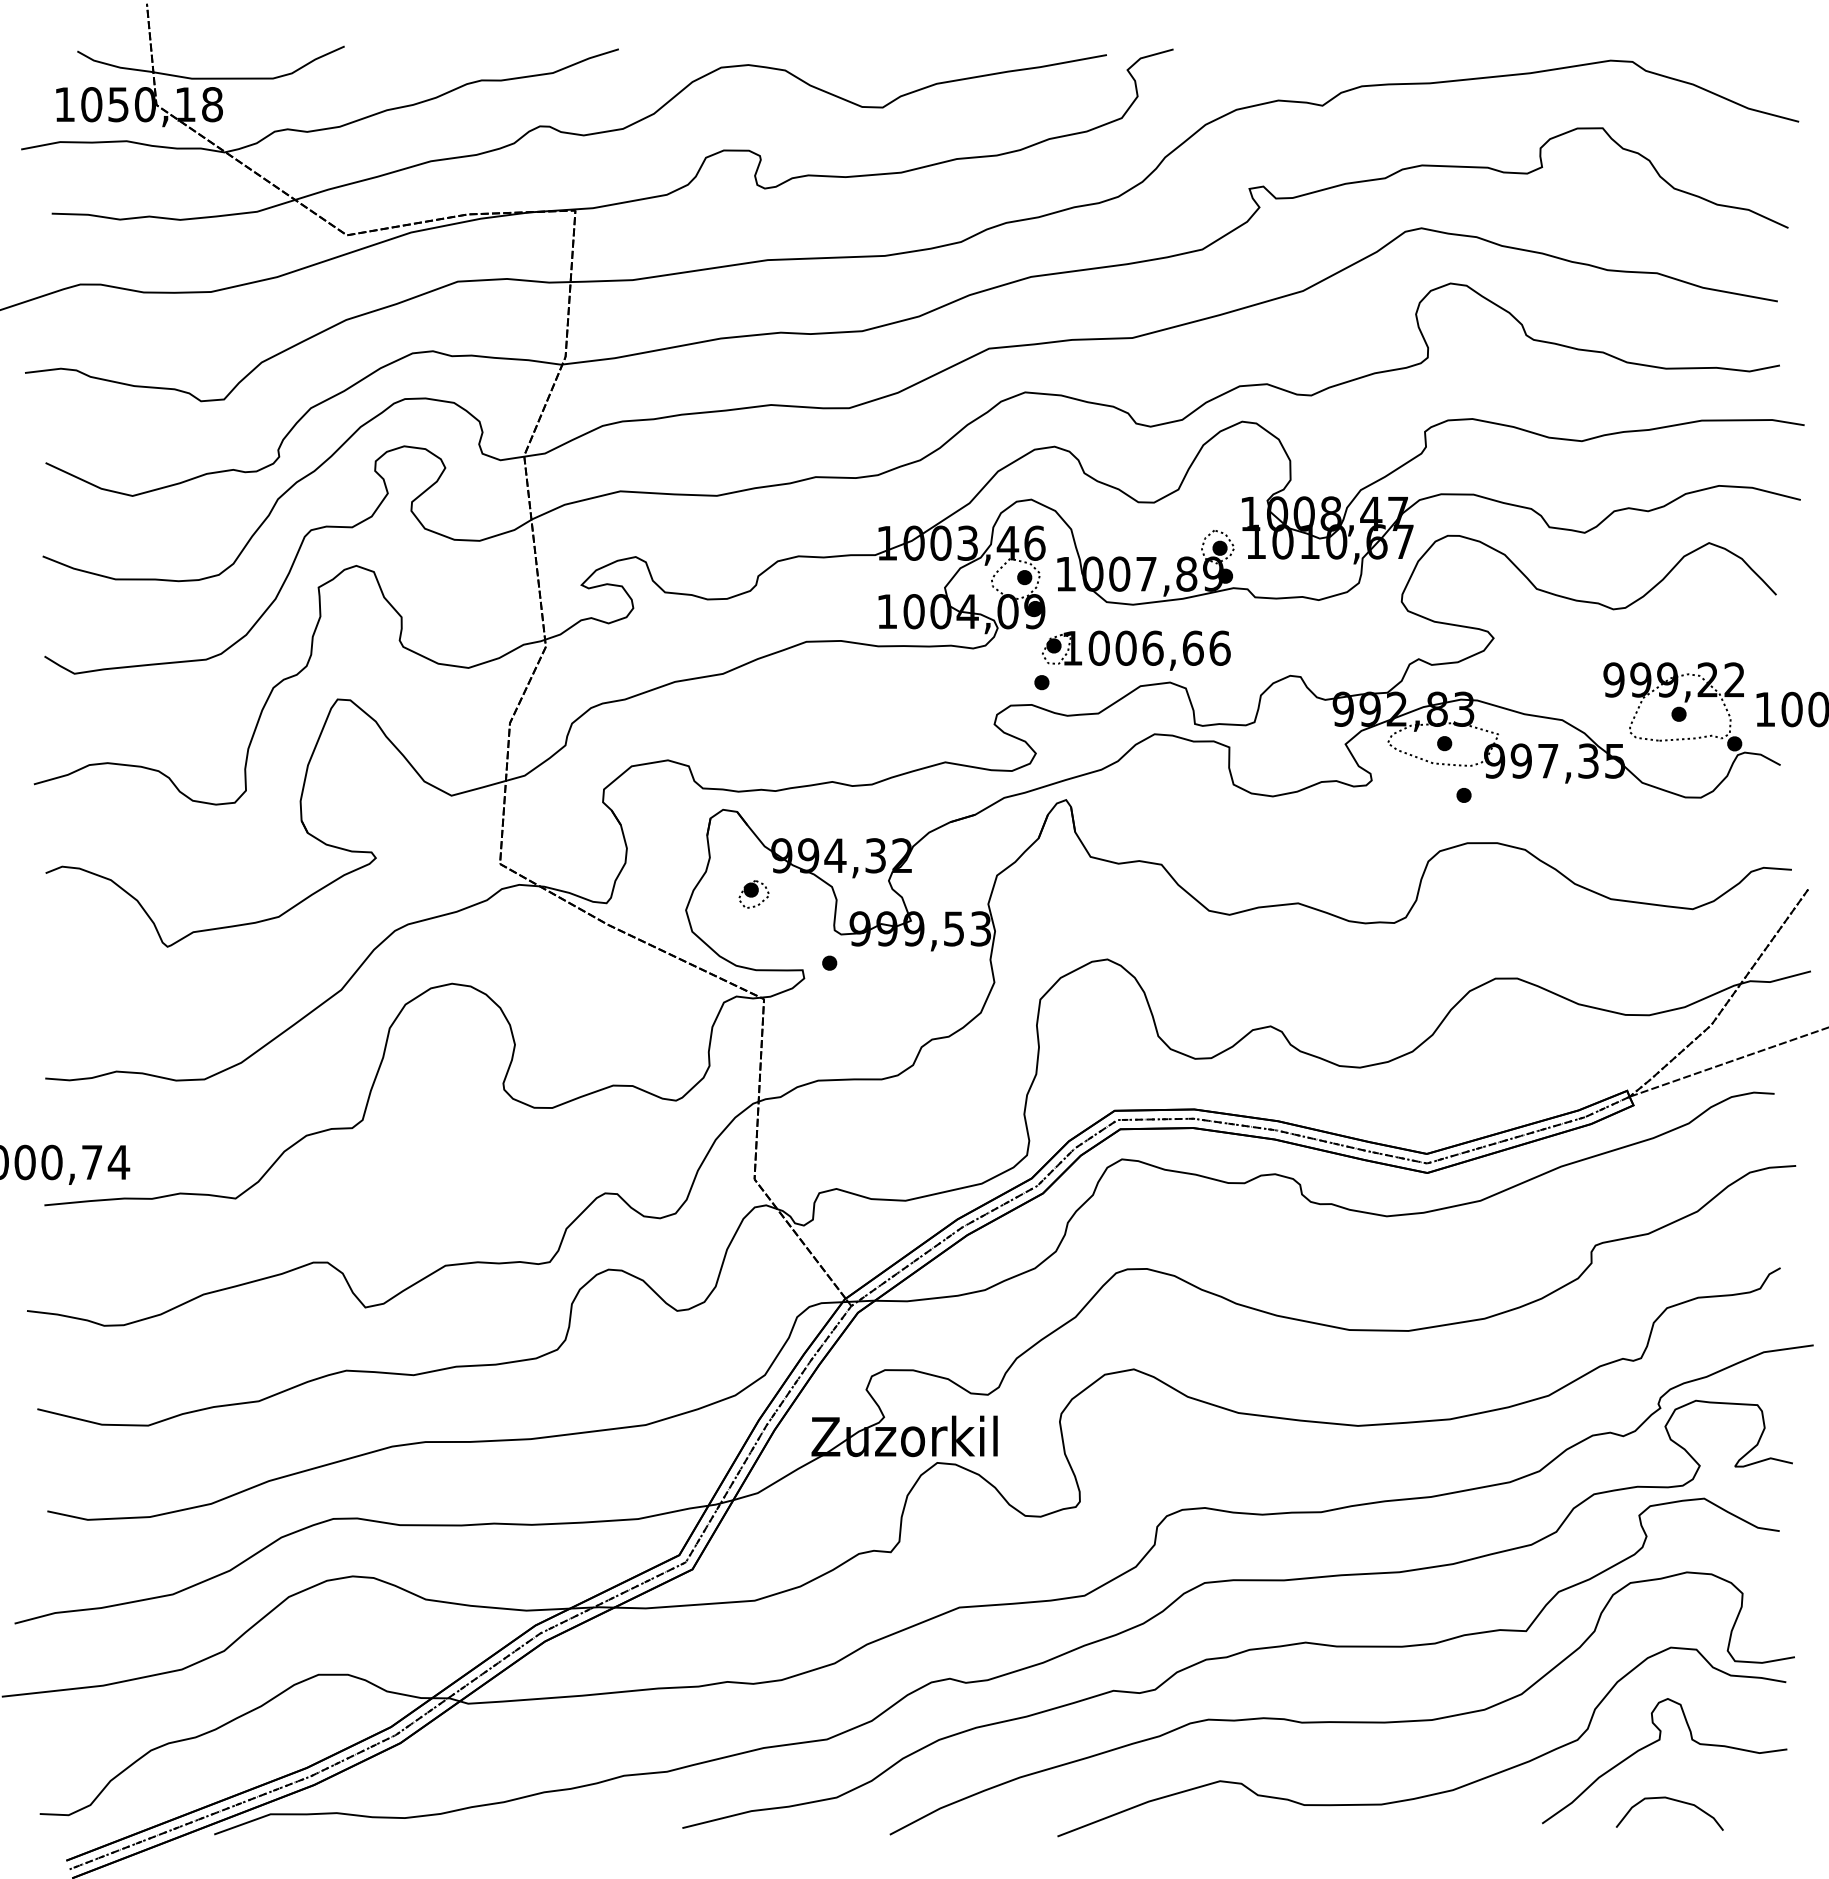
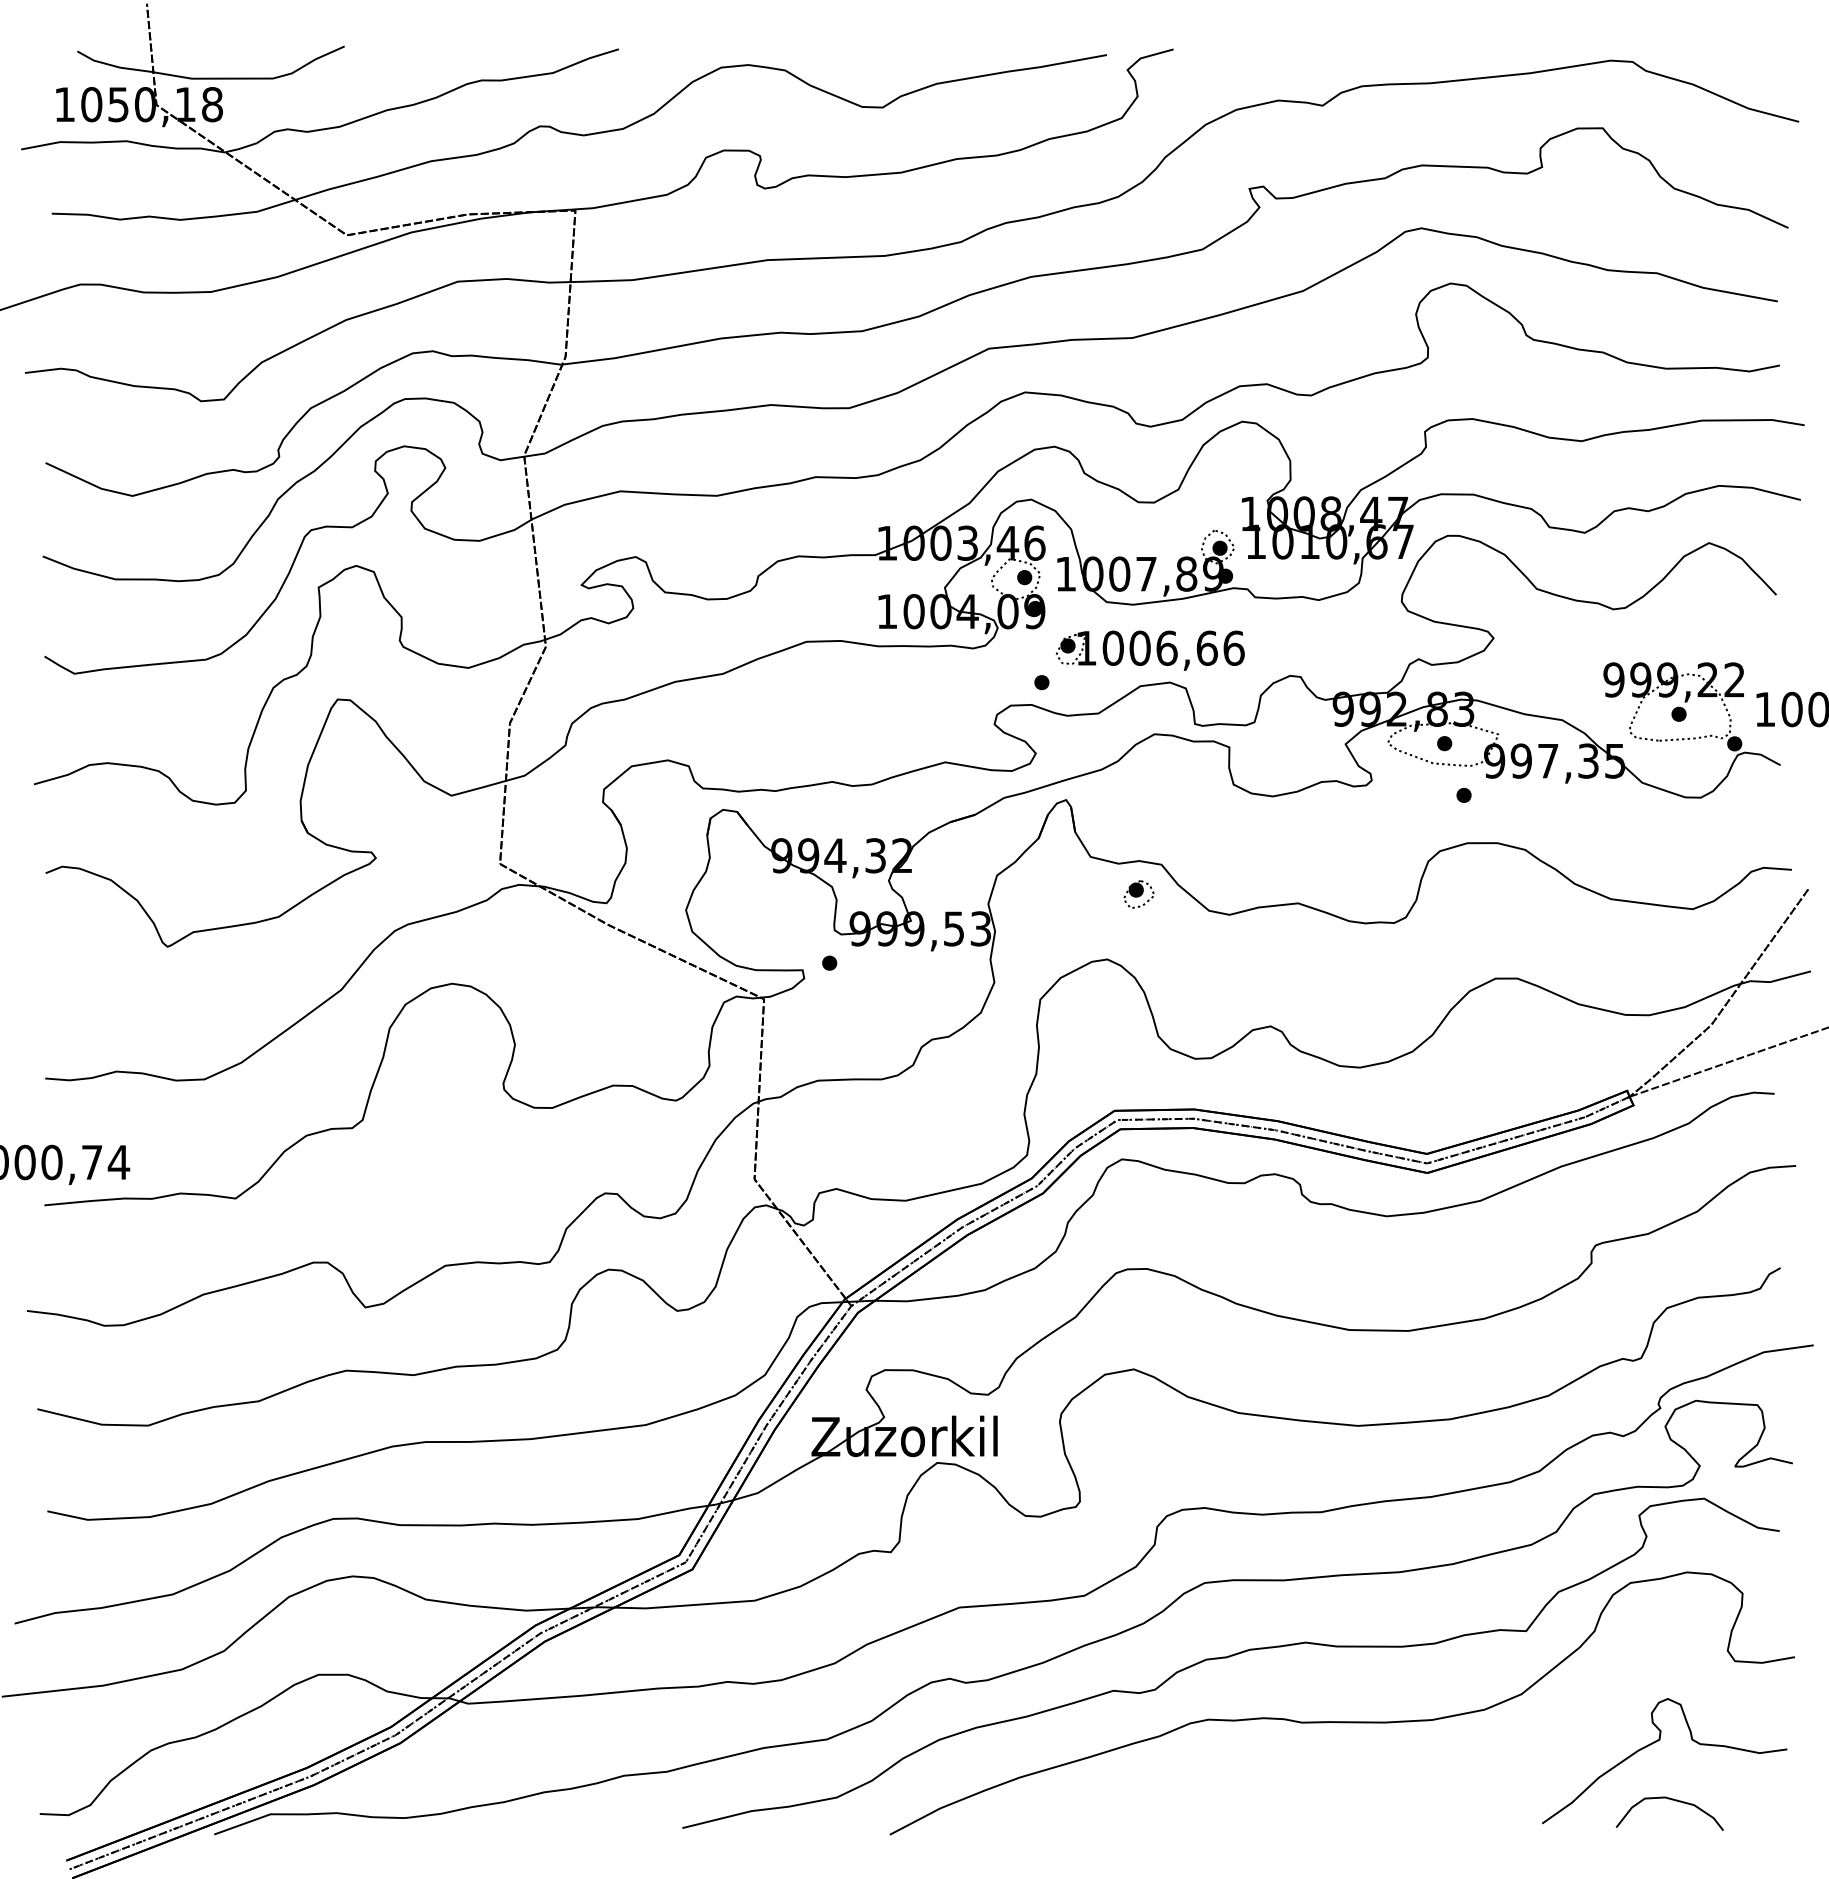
part at (1135, 650) position: (1135, 650) -> (1149, 650)
part at (753, 894) position: (753, 894) -> (1138, 894)
curve at (1432, 1793): present -> none
